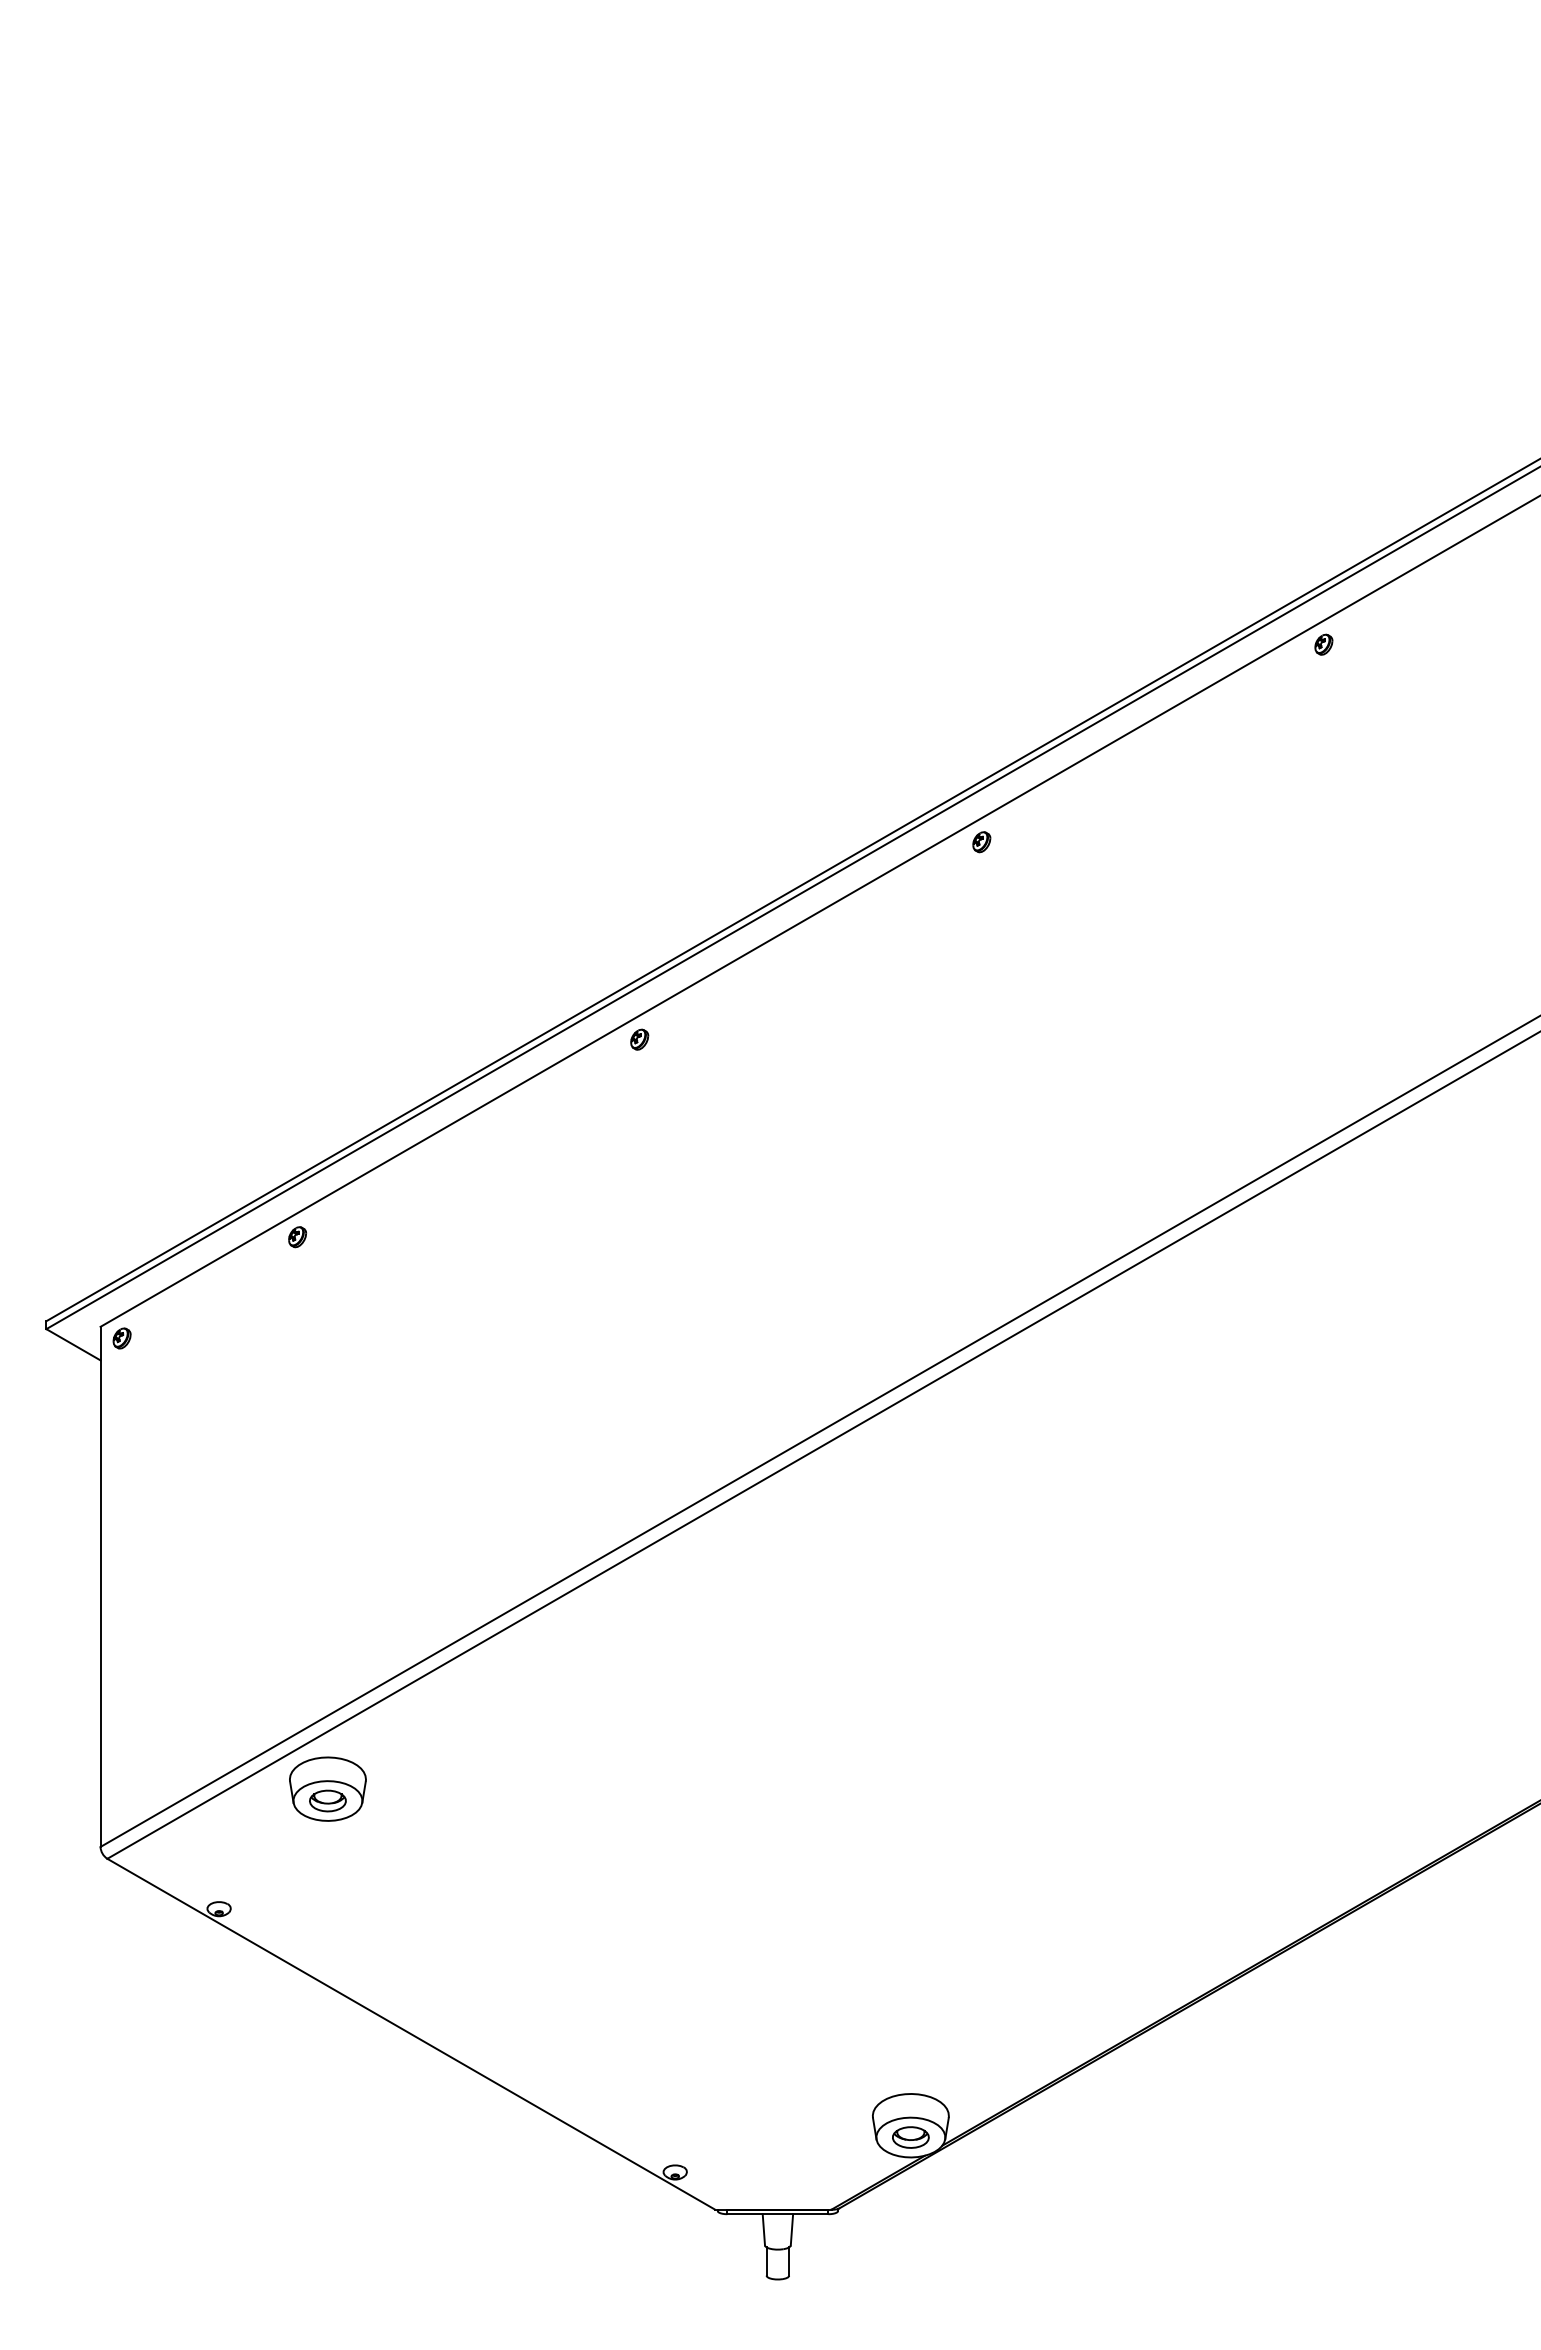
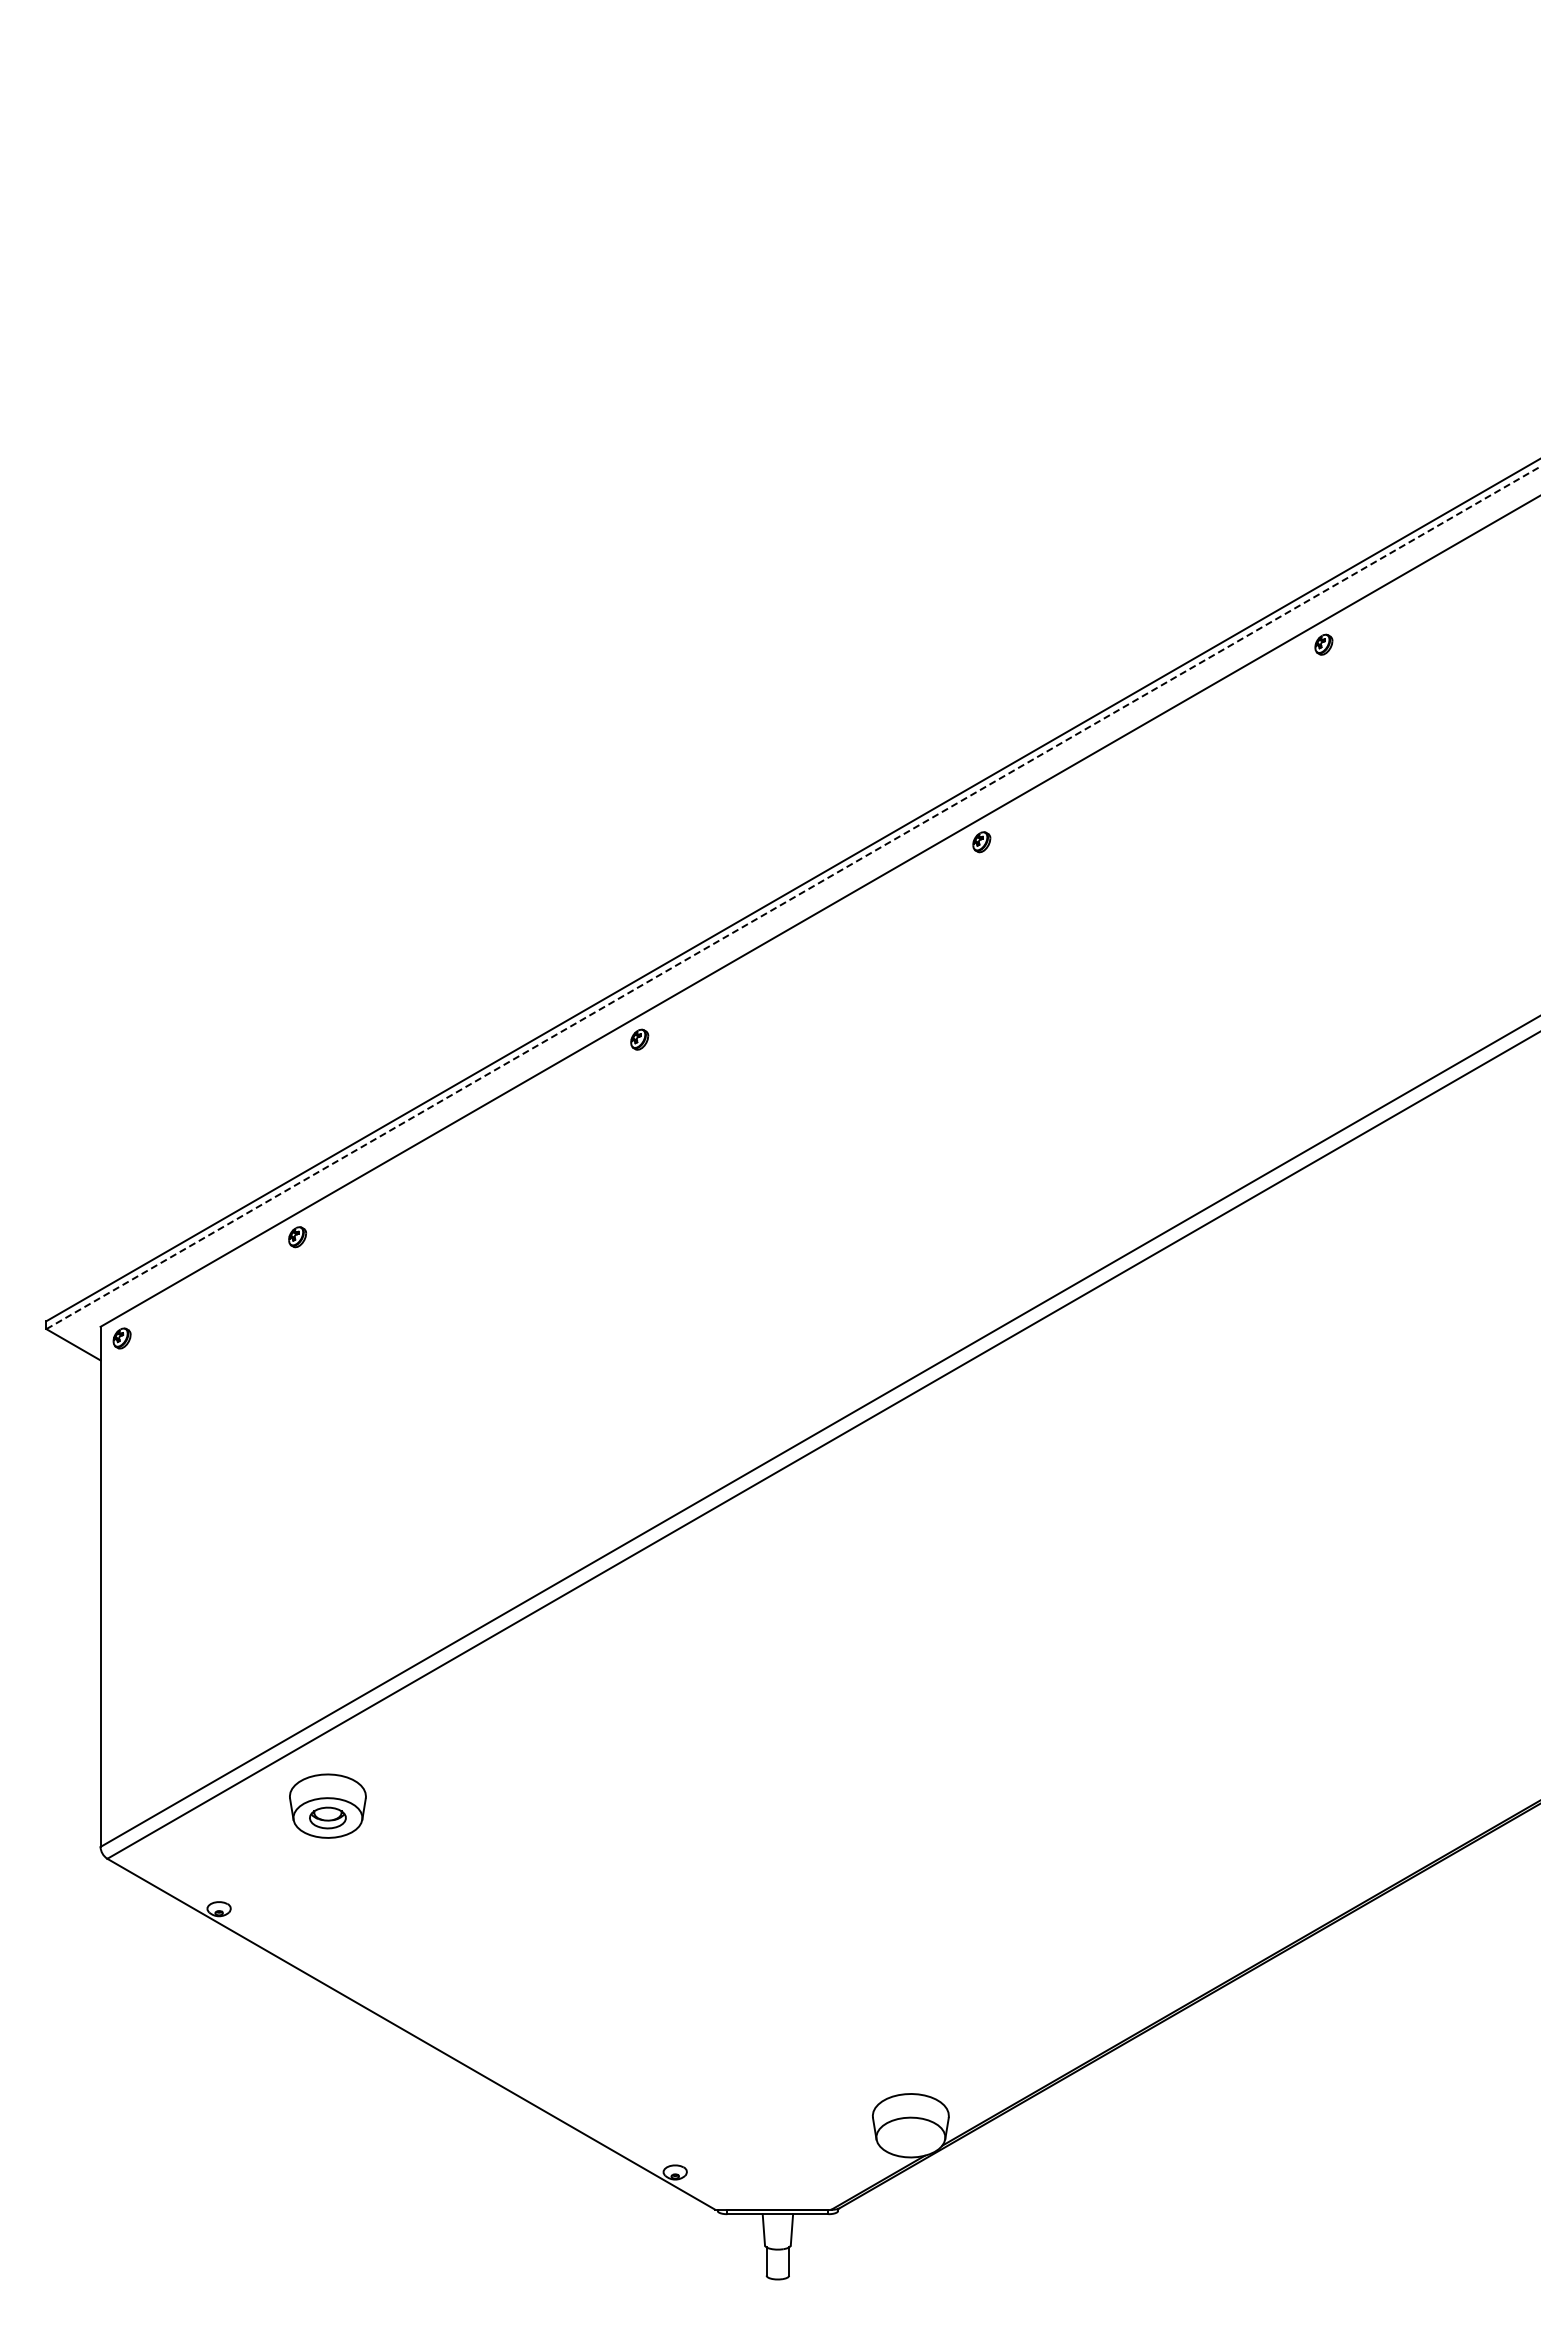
line at (793, 897): solid -> dashed
part at (327, 1788) position: (327, 1788) -> (327, 1805)
part at (910, 2137): present -> none
